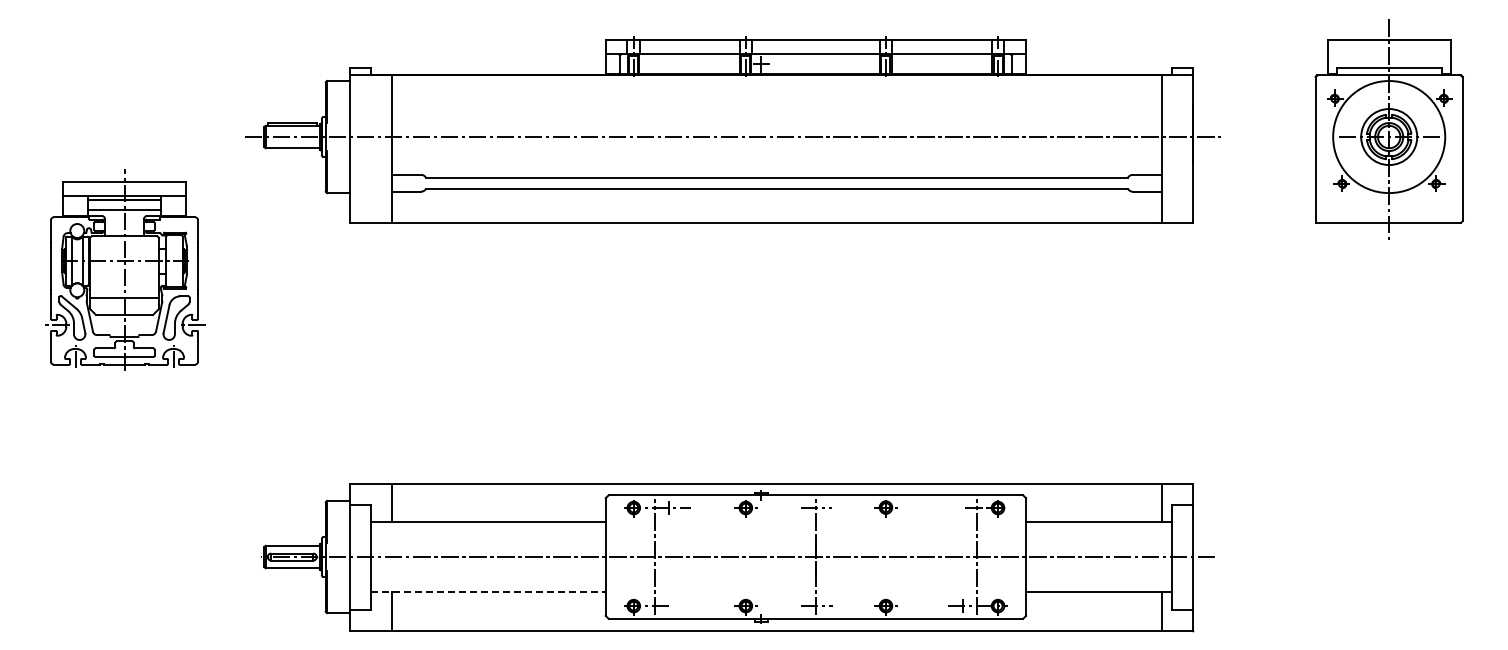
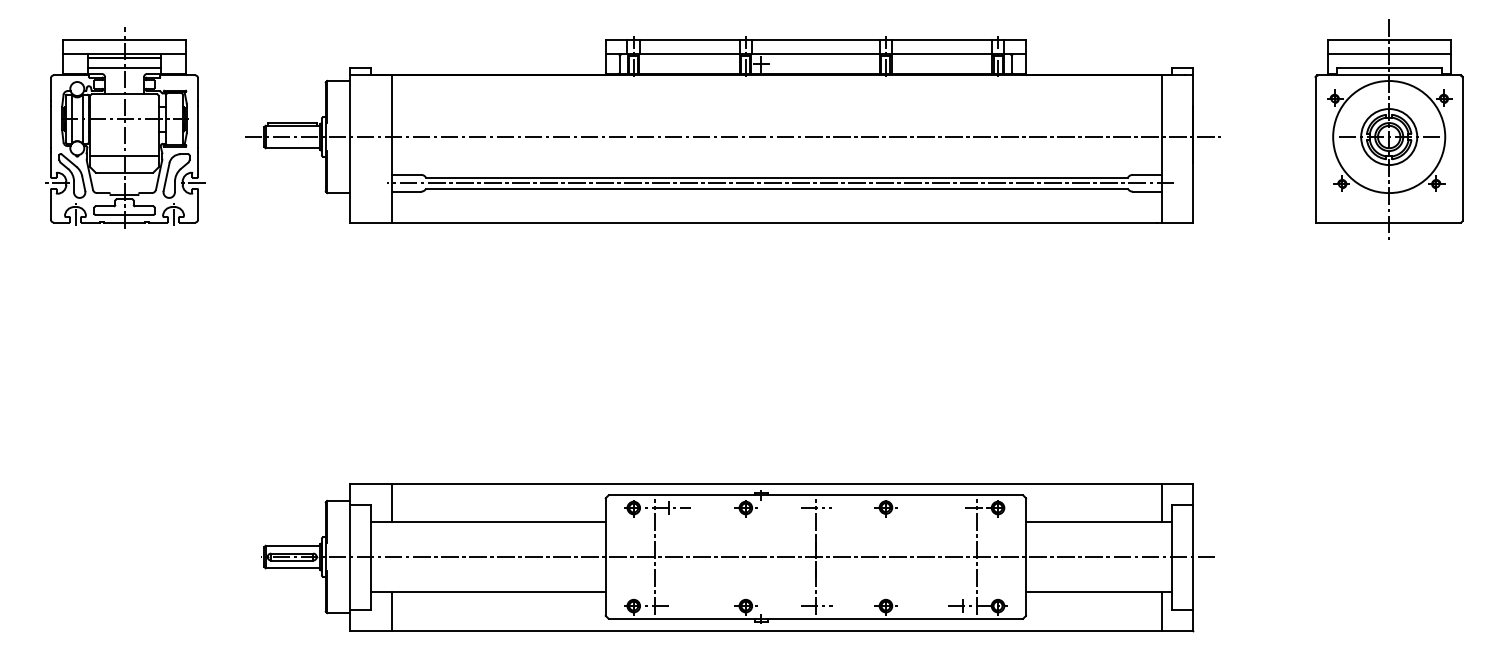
line at (1388, 54): none -> present
line at (780, 183): none -> present
part at (125, 269) position: (125, 269) -> (125, 127)
line at (488, 592): dashed -> solid
